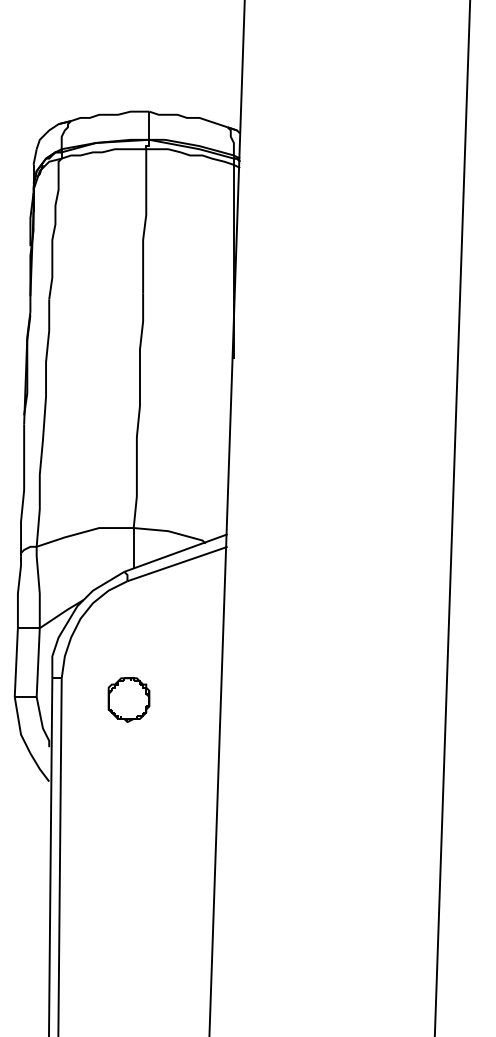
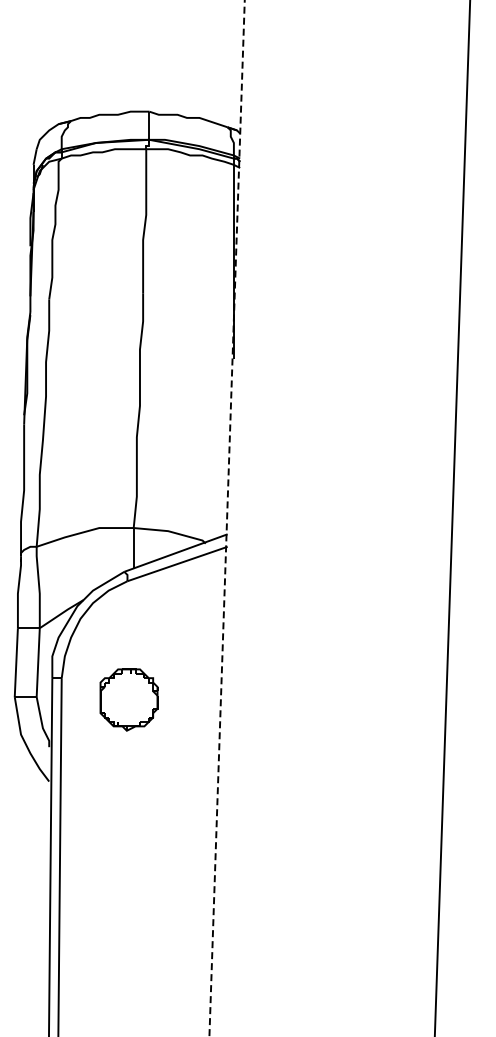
line at (227, 517): solid -> dashed
part at (128, 700) size: 44x47 px -> 60x64 px
